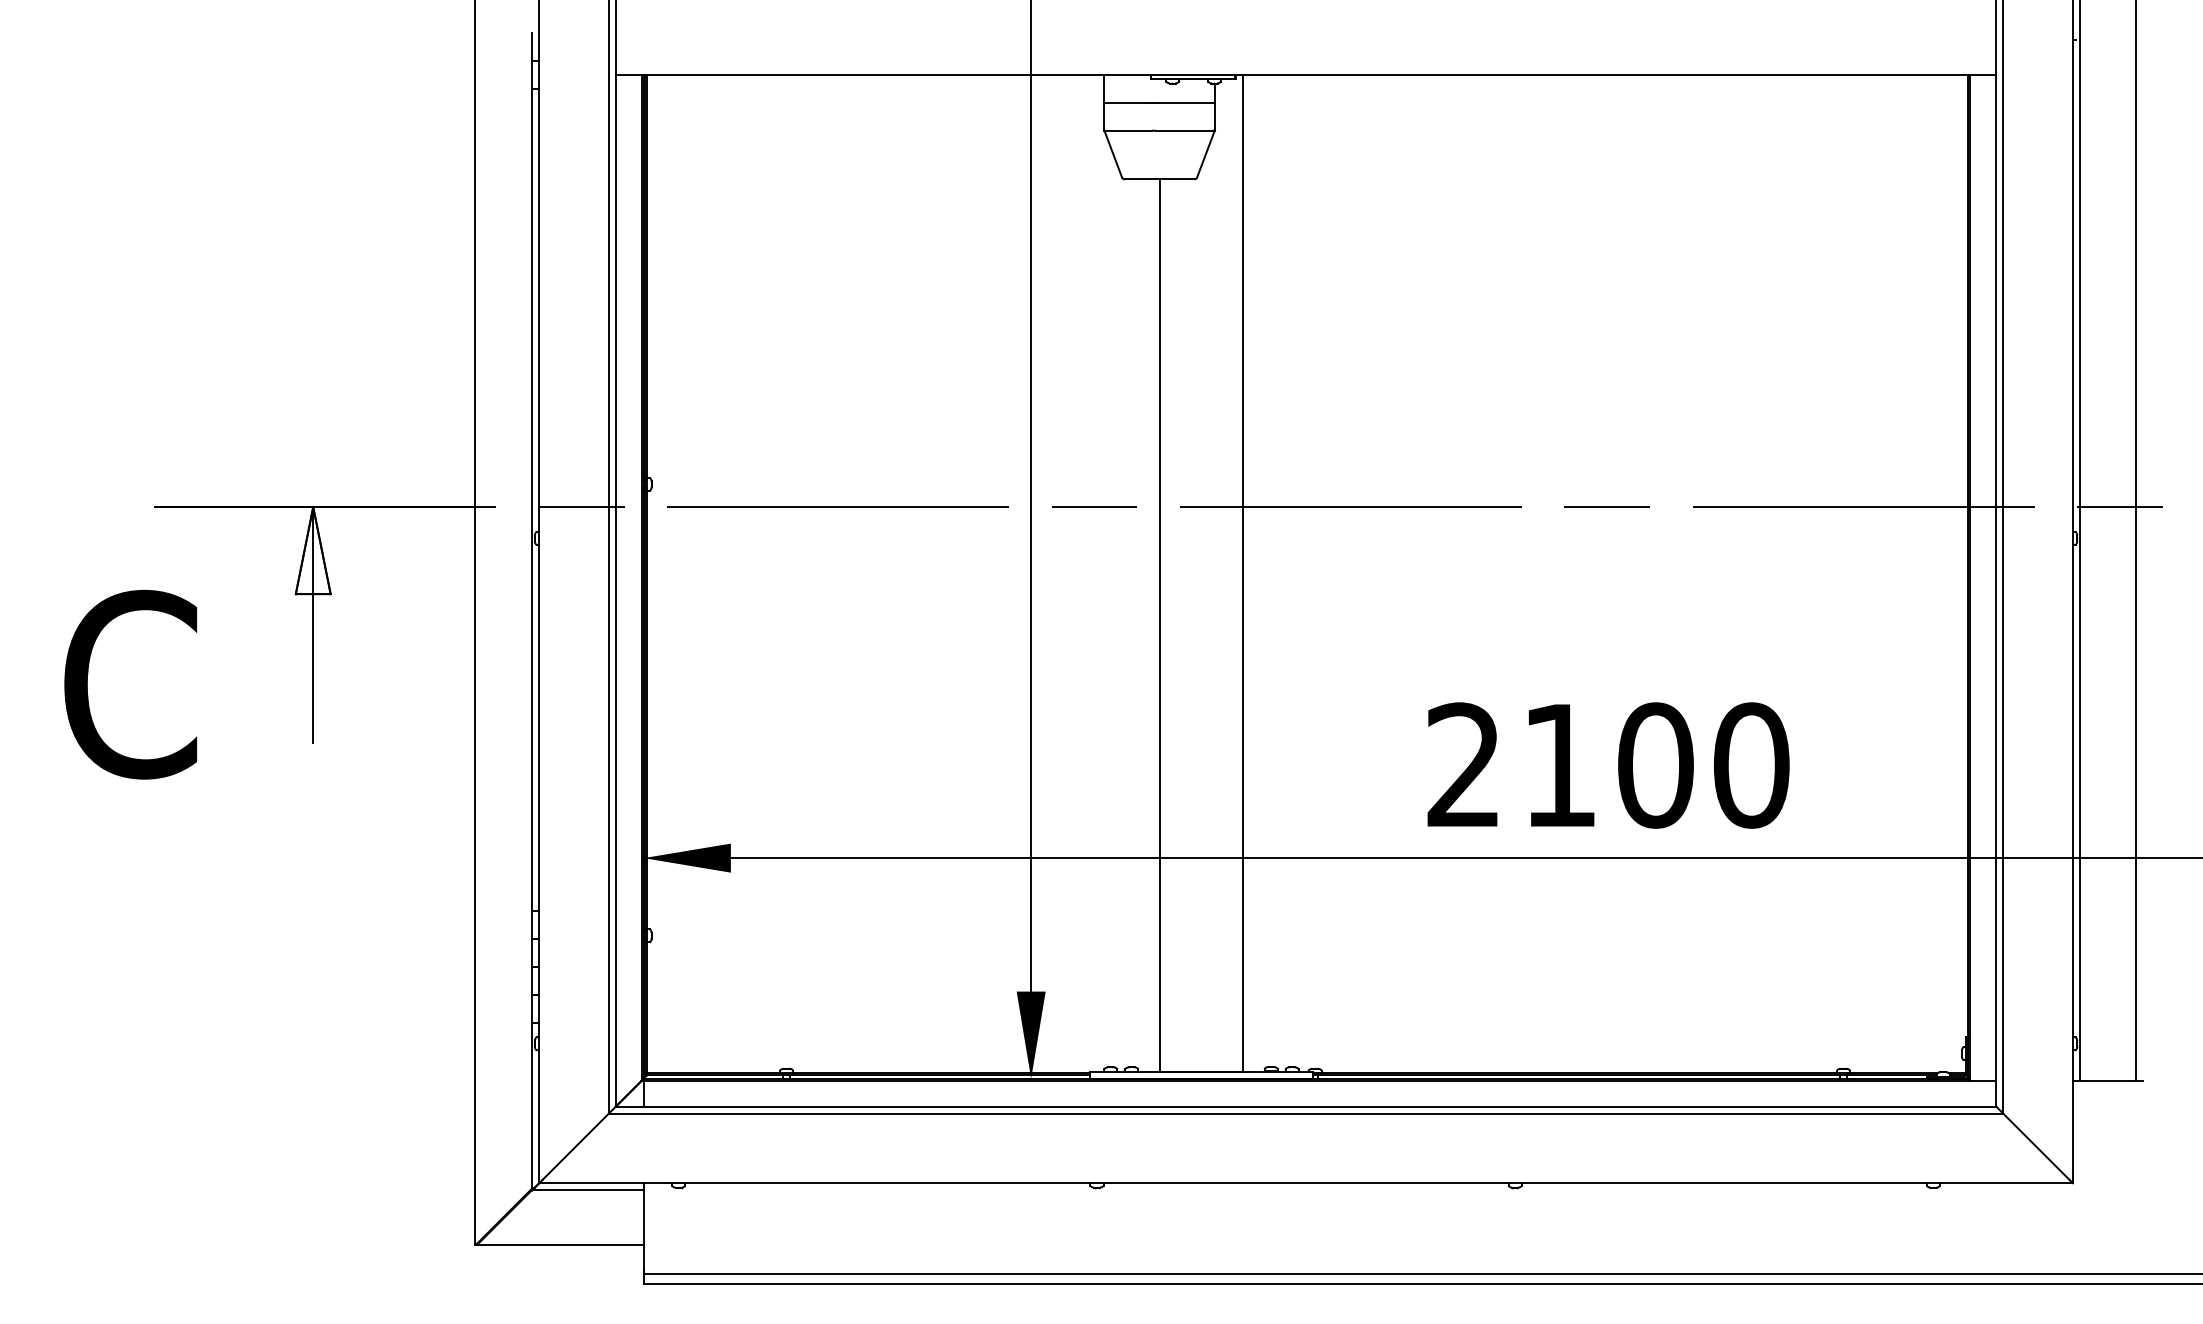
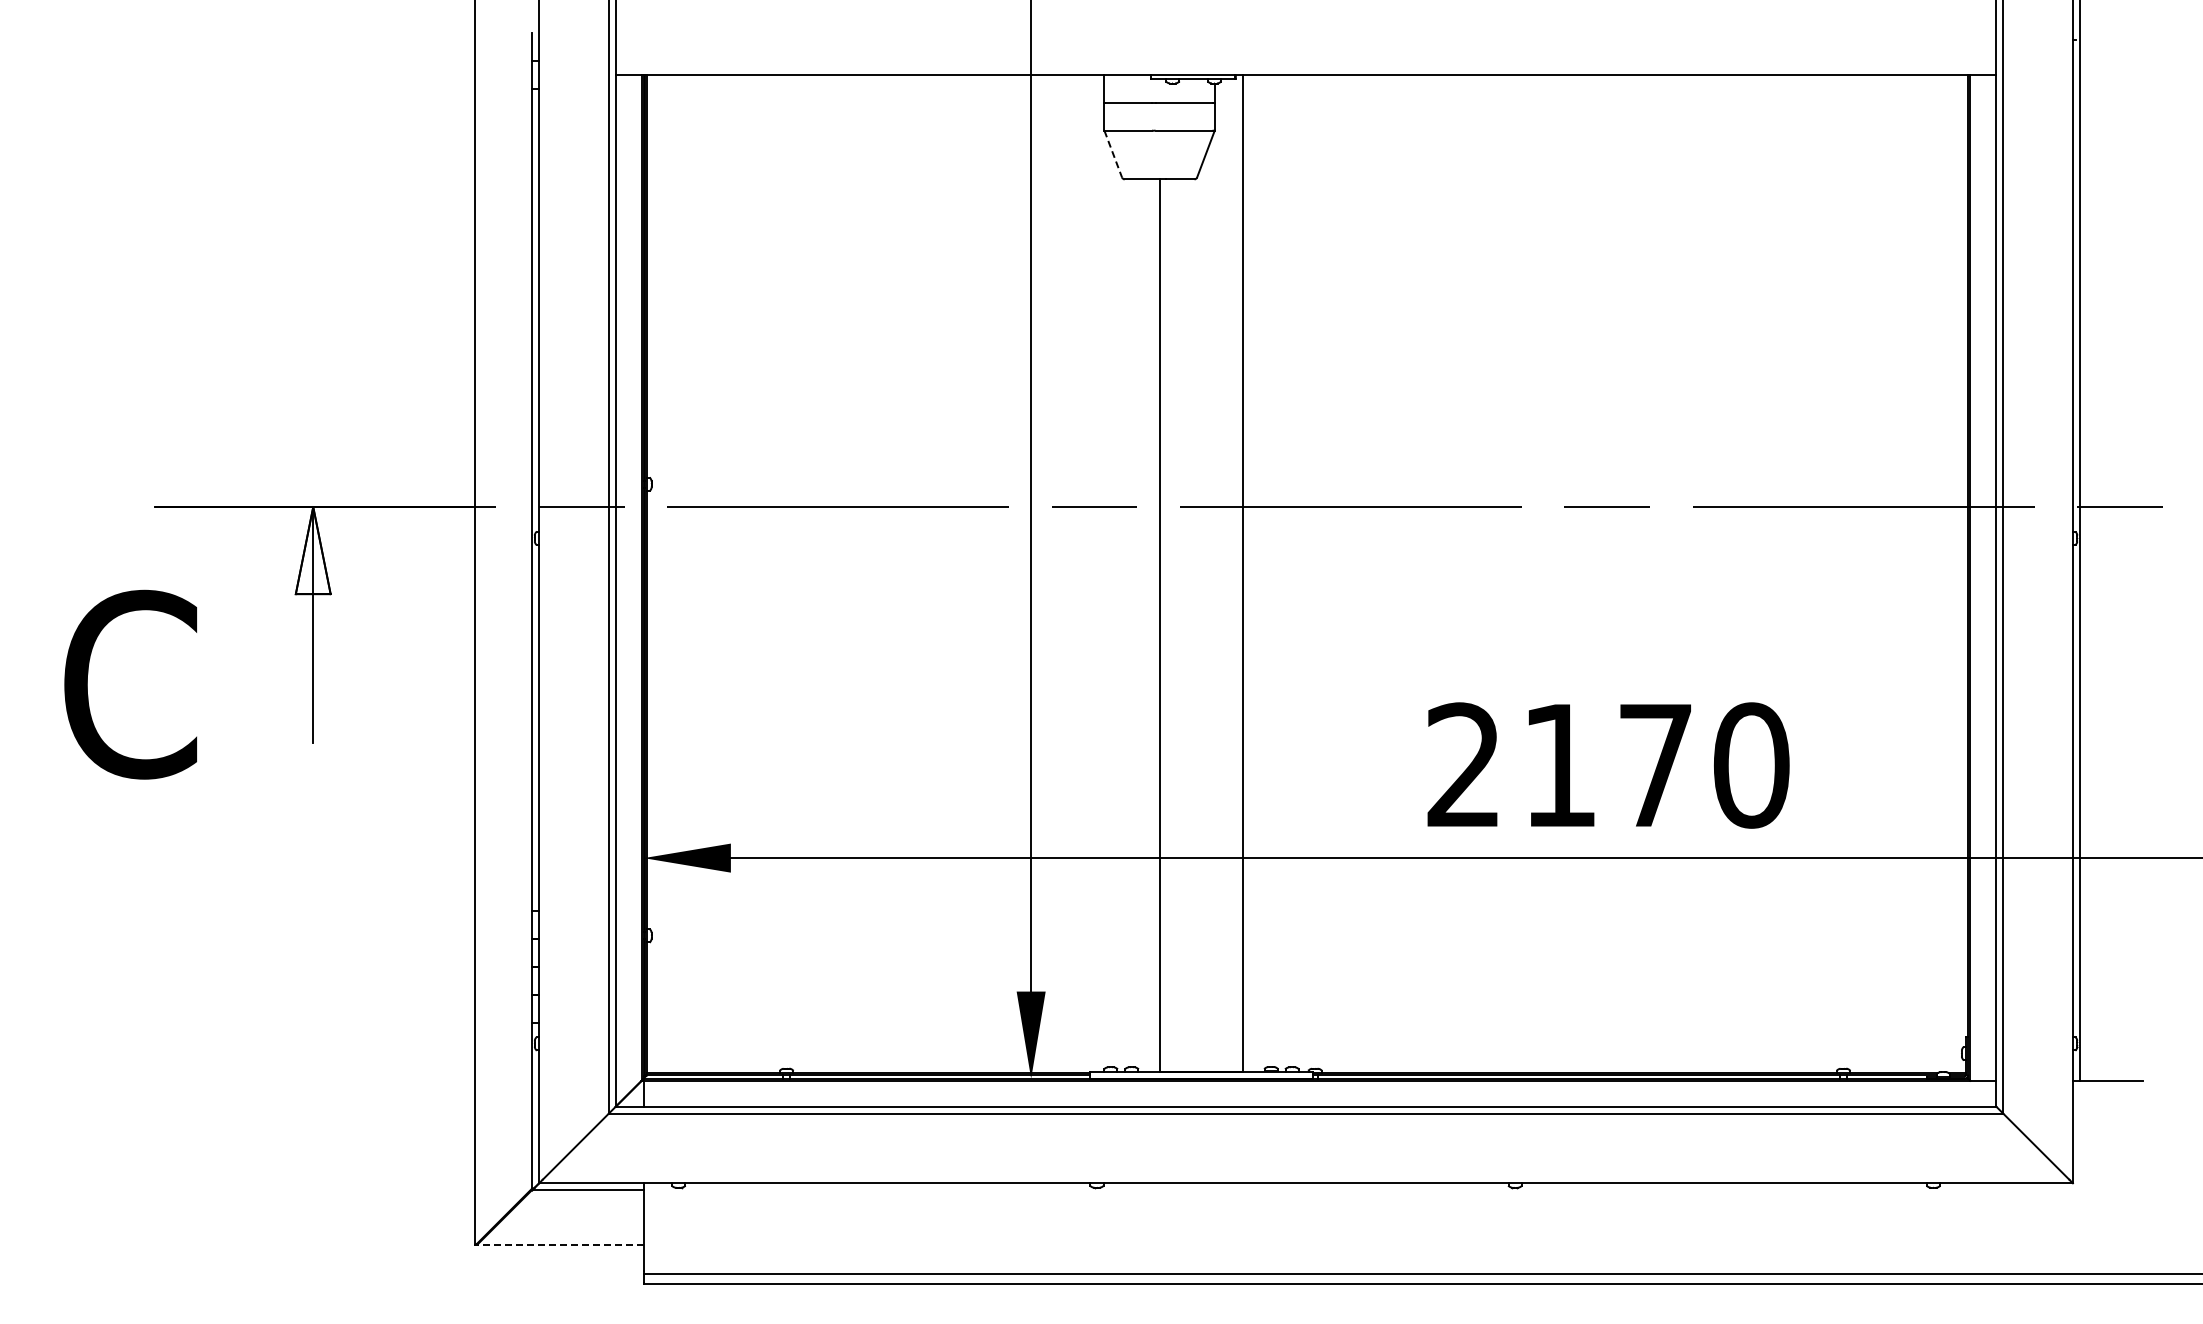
line at (1113, 154): solid -> dashed
line at (2135, 541): present -> none
text at (1655, 765): 2100 -> 2170
line at (560, 1245): solid -> dashed
